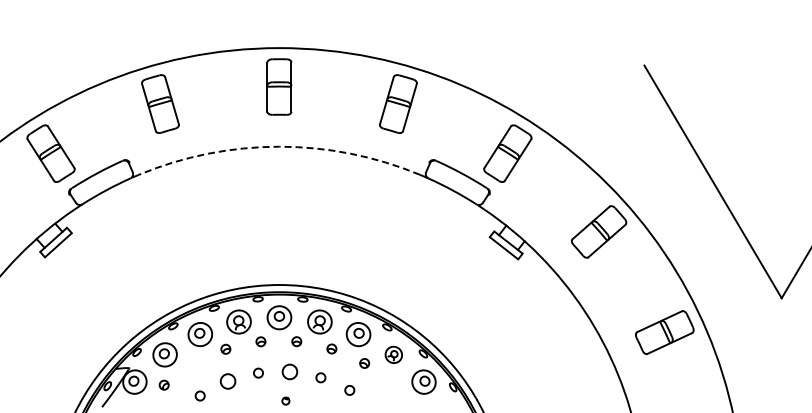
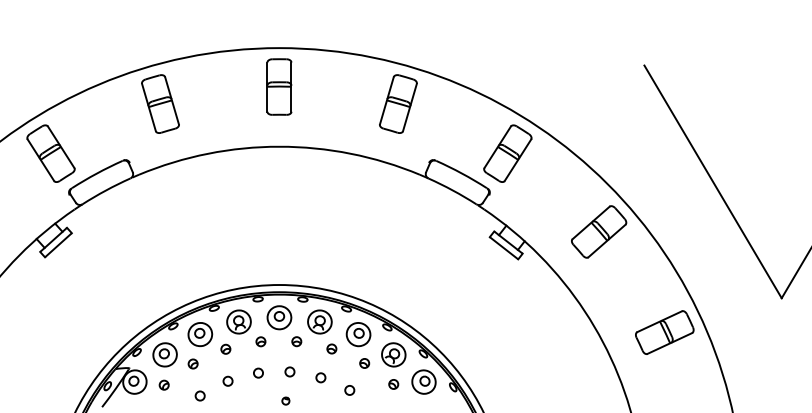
arc at (279, 146): dashed -> solid
part at (393, 354) size: 19x19 px -> 26x26 px
part at (192, 363): none -> present
circle at (289, 371) size: 18x18 px -> 12x12 px
circle at (227, 381) size: 18x17 px -> 12x12 px
part at (393, 384): none -> present
